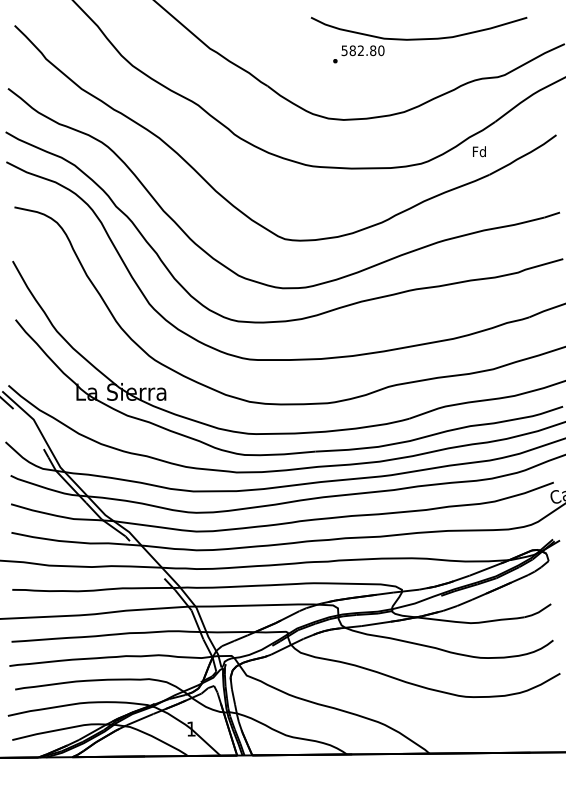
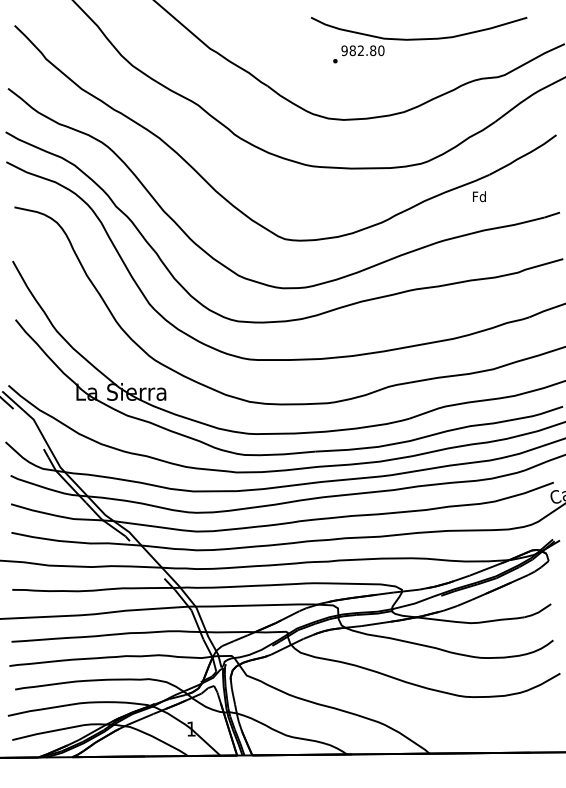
text at (344, 50): 582.80 -> 982.80
text at (479, 151) position: (479, 151) -> (479, 196)
